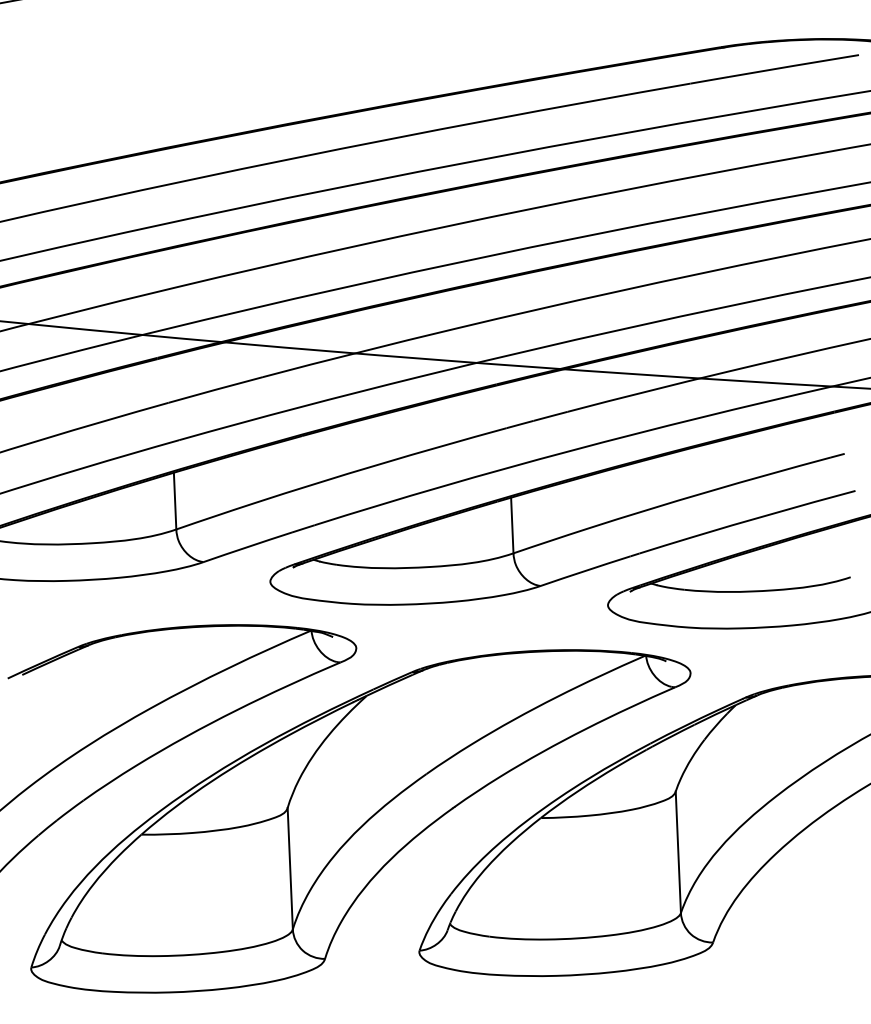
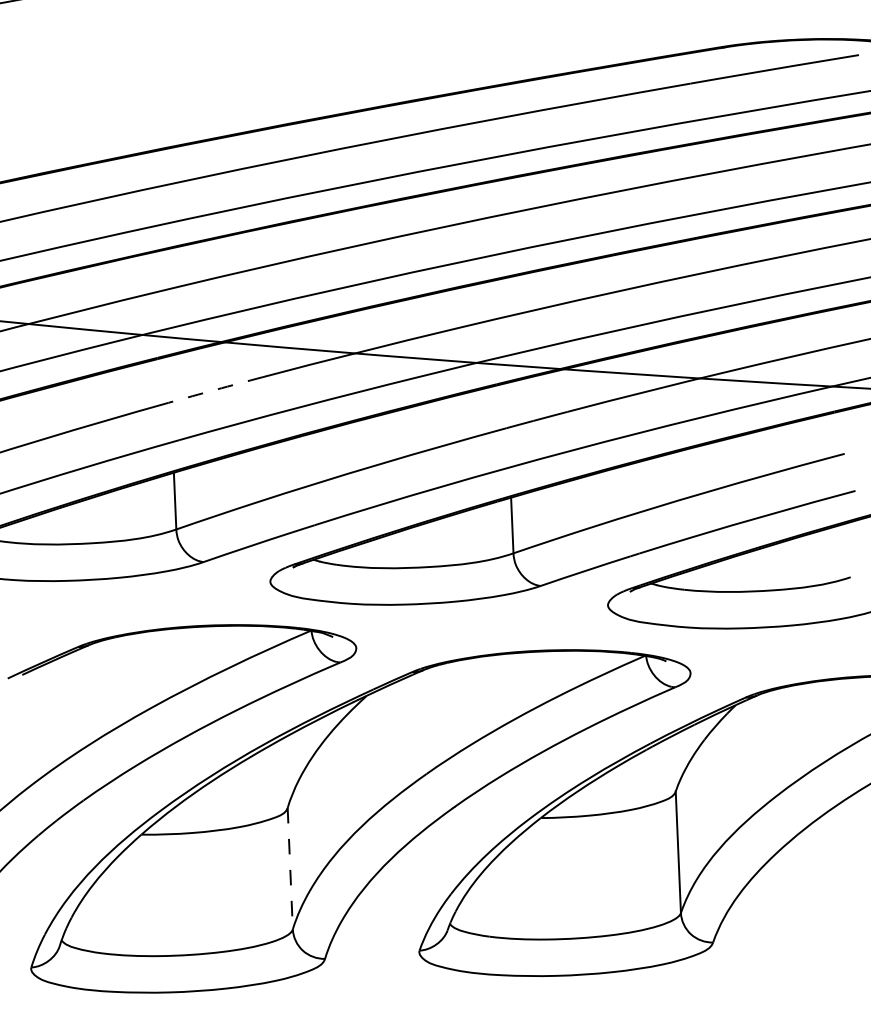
arc at (215, 389): solid -> dashed
line at (290, 868): solid -> dashed
